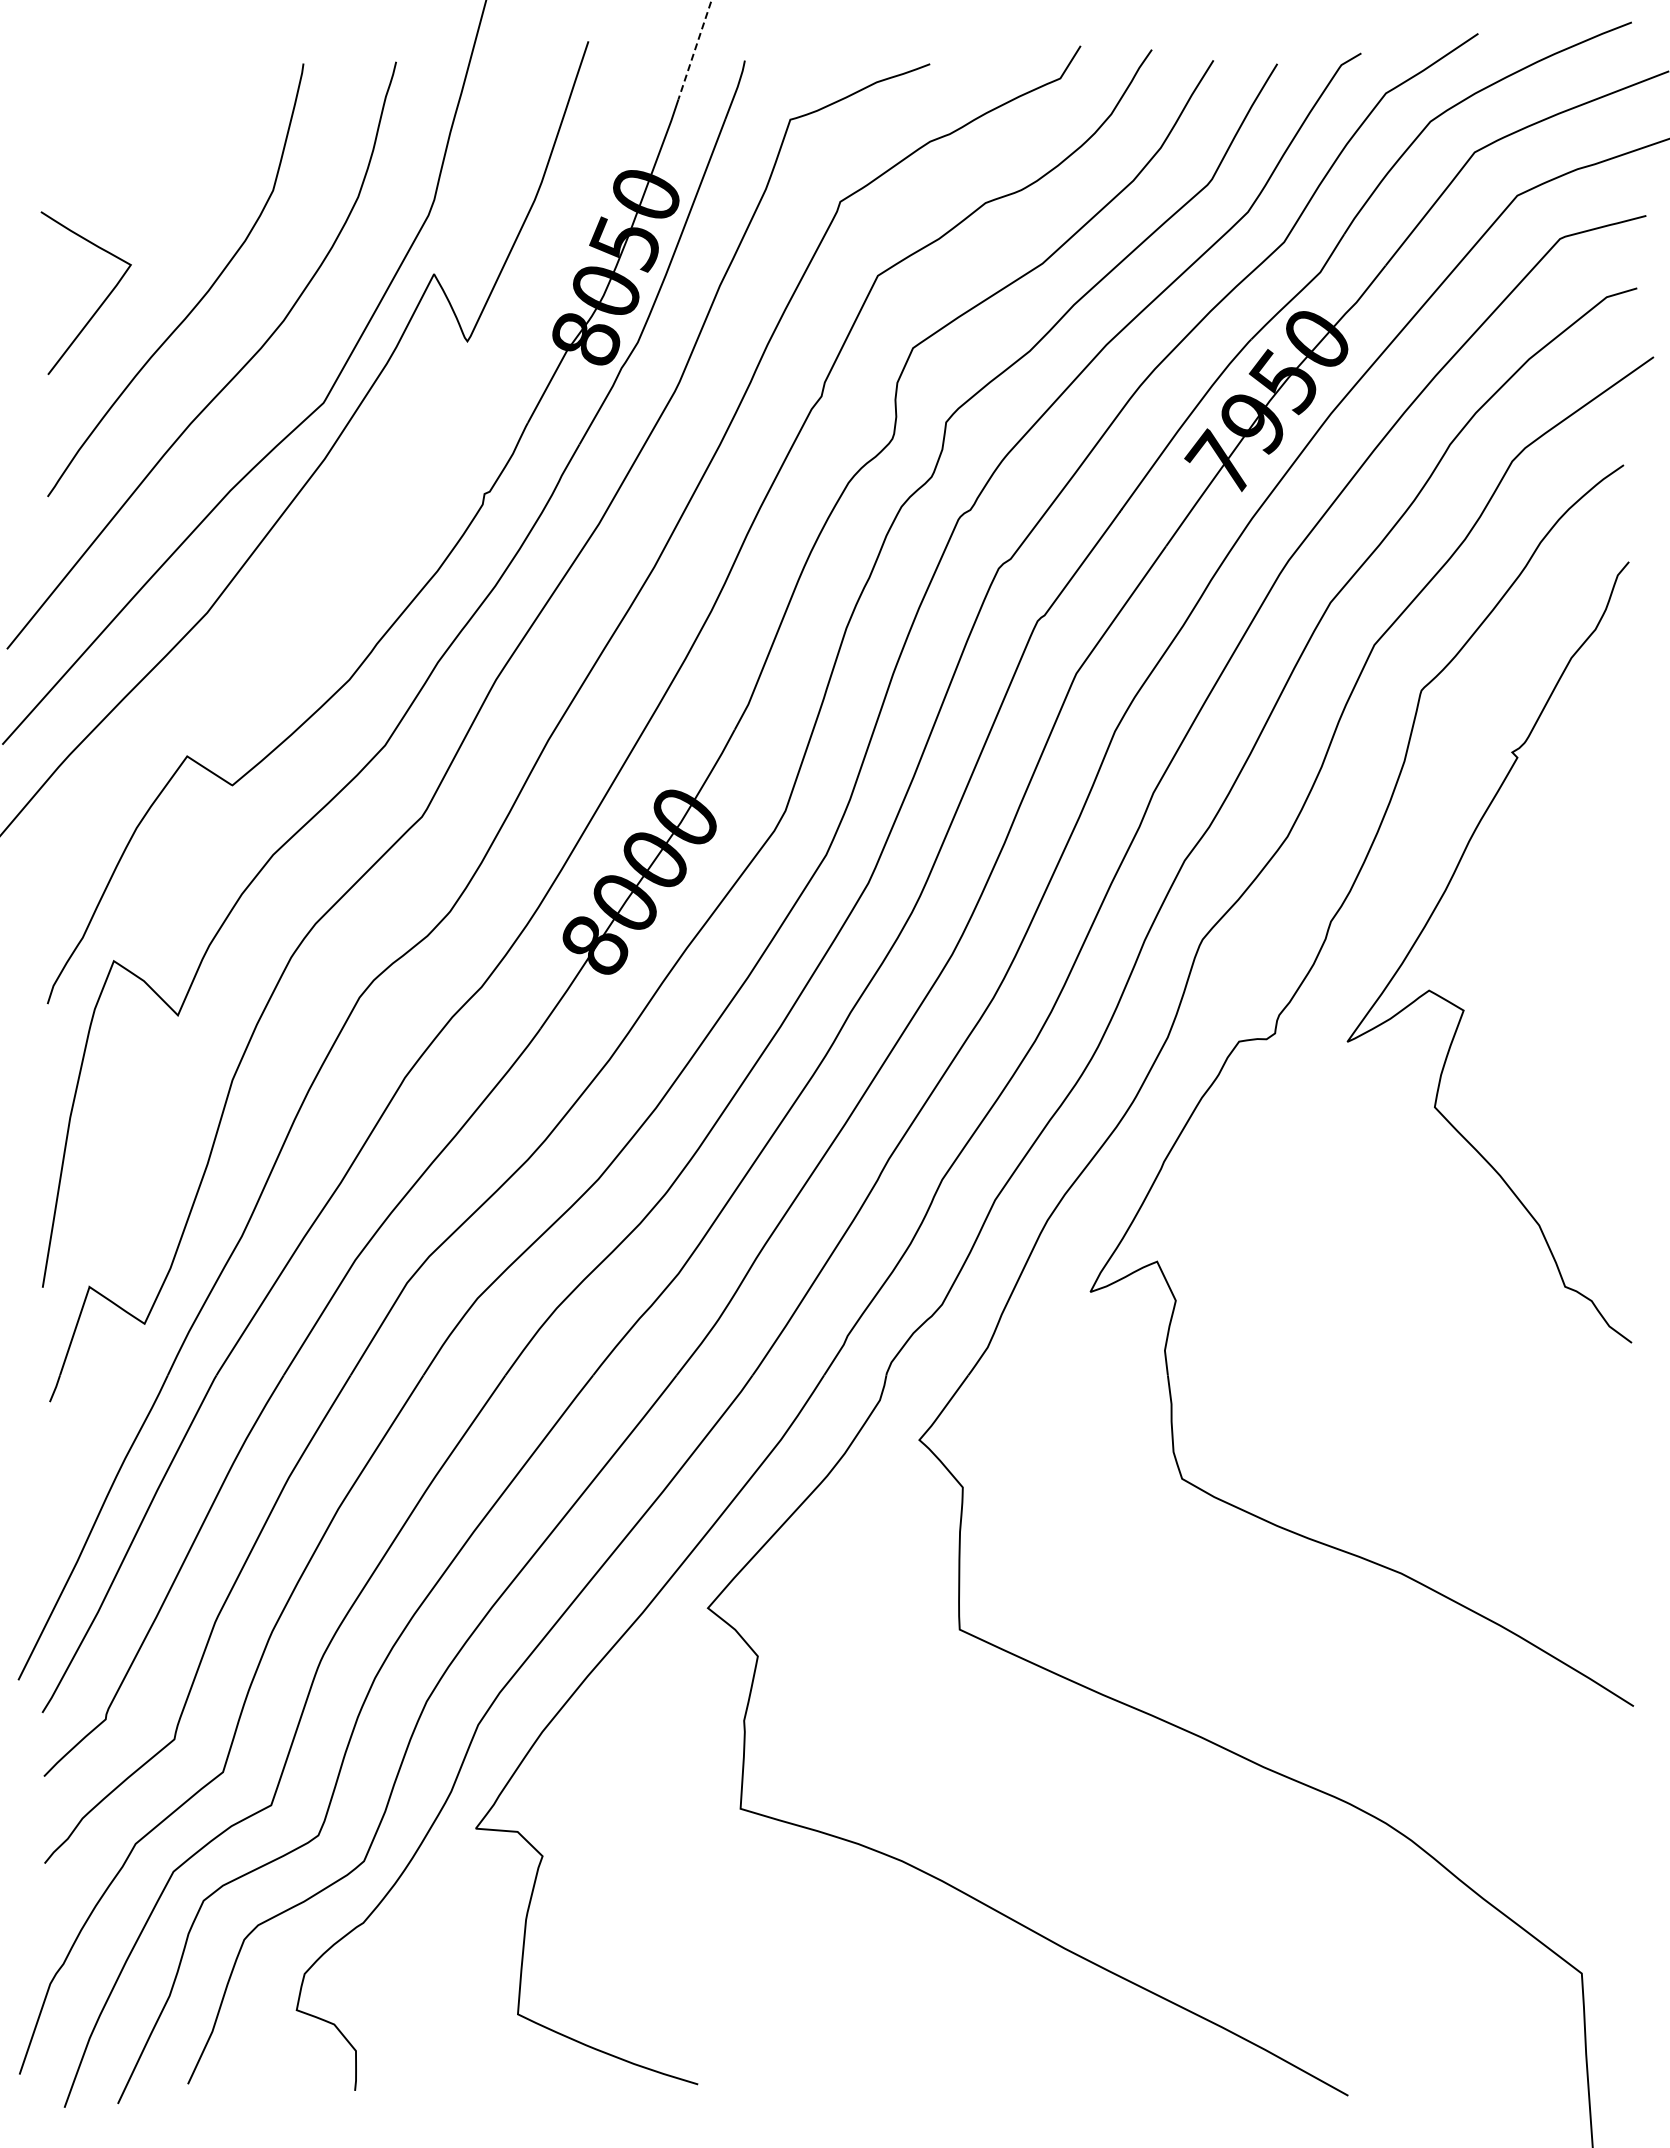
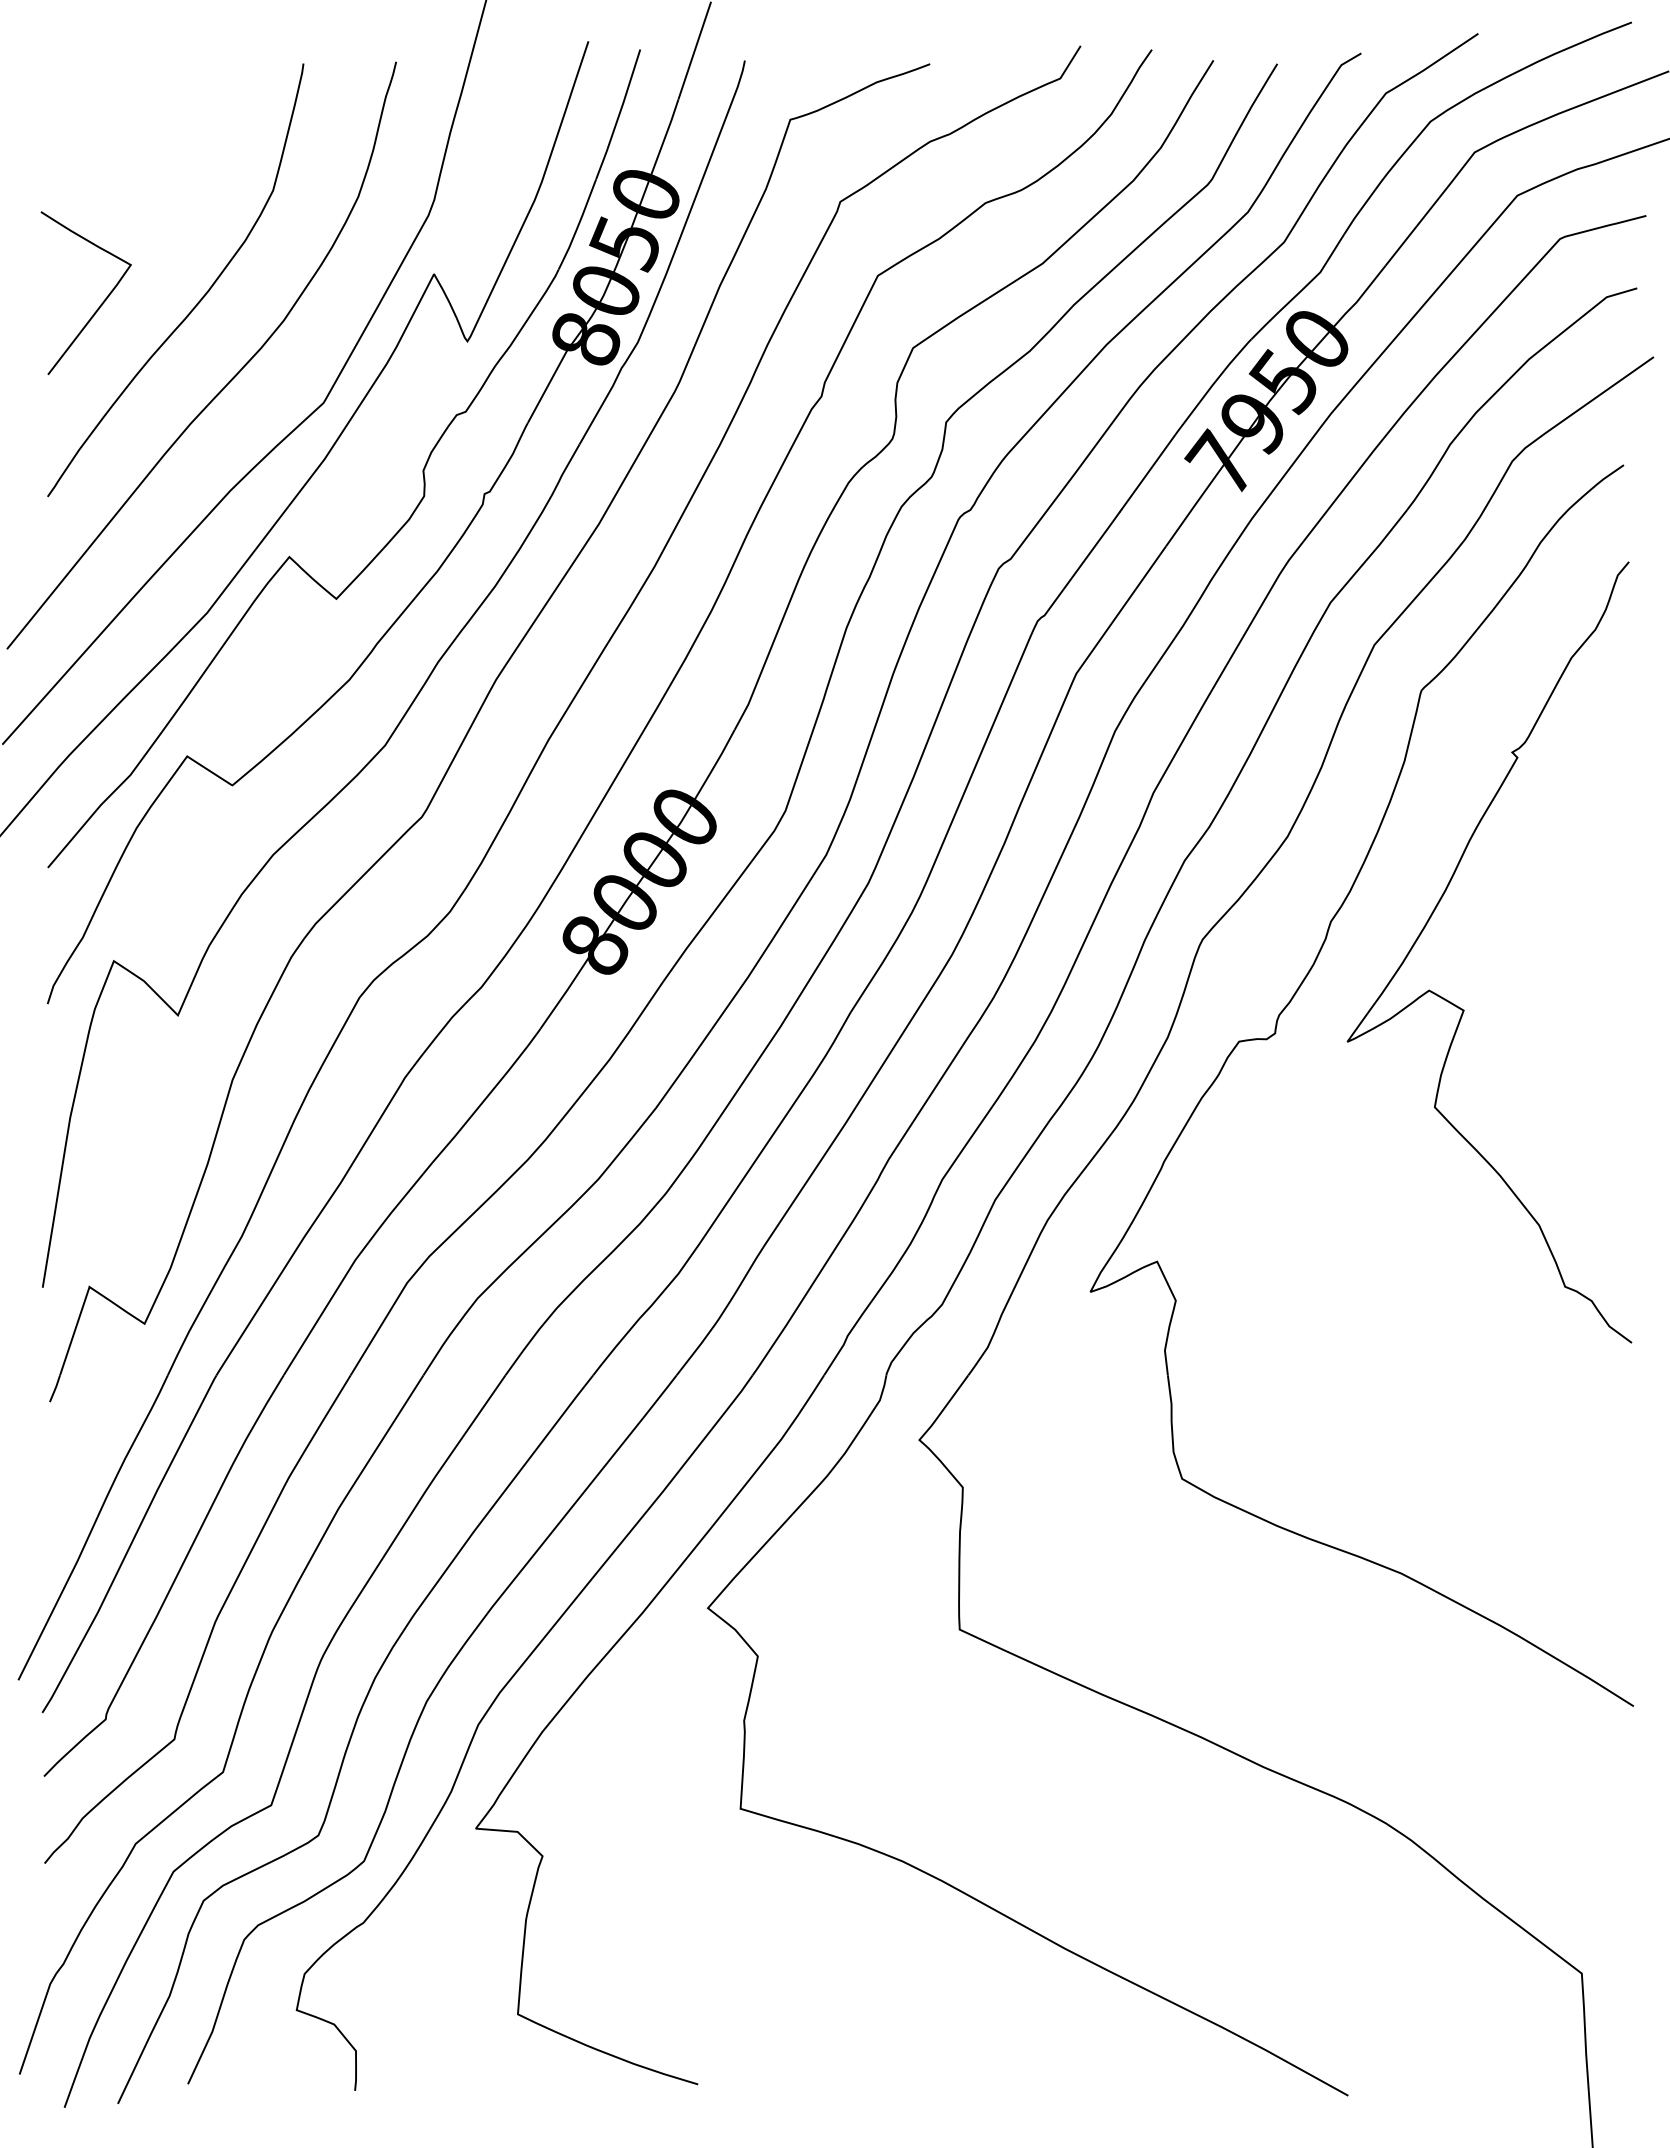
line at (694, 50): dashed -> solid
part at (422, 470): none -> present
